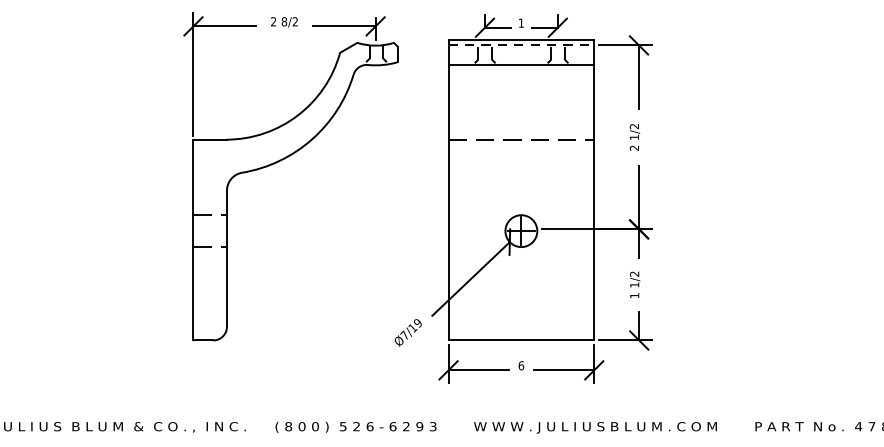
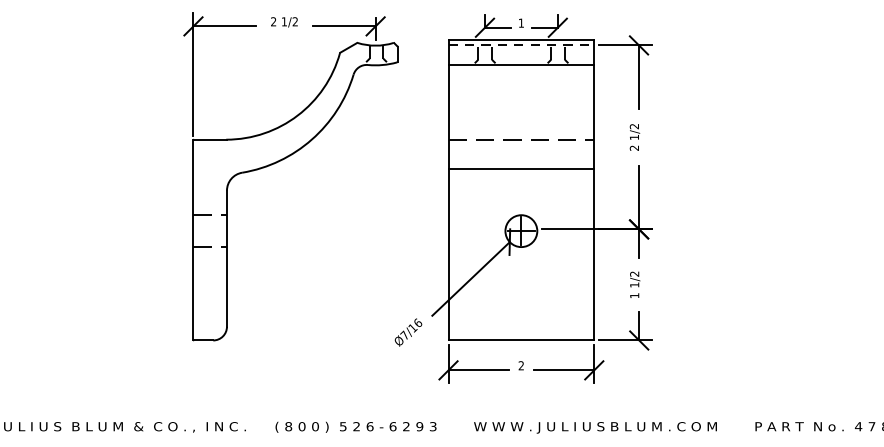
text at (284, 21): 8/2 -> 1/2
line at (521, 169): none -> present
text at (418, 322): Ø7/19 -> Ø7/16
text at (521, 365): 6 -> 2
